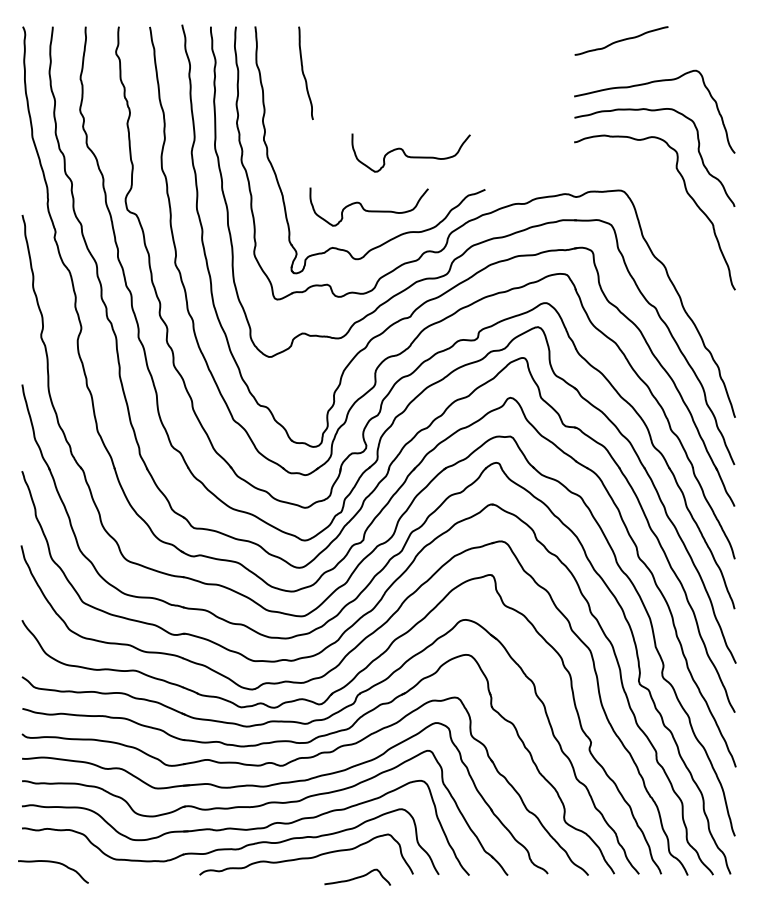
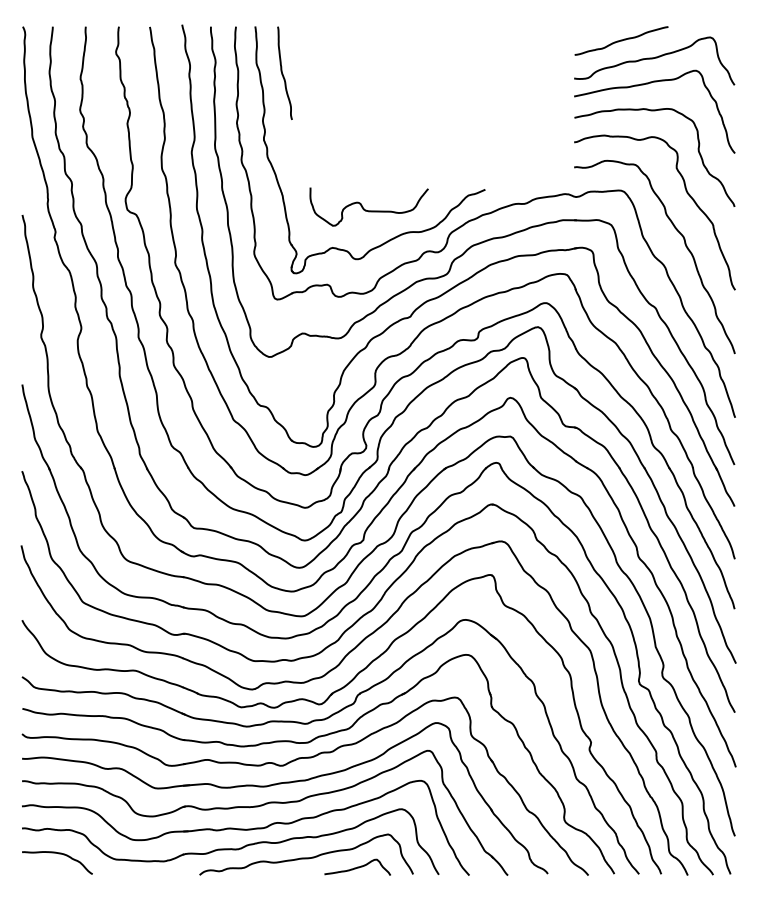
curve at (653, 59): none -> present
curve at (304, 73) position: (304, 73) -> (283, 73)
curve at (408, 155): present -> none
curve at (684, 244): none -> present
curve at (54, 863) position: (54, 863) -> (58, 854)
curve at (357, 876) position: (357, 876) -> (357, 866)
